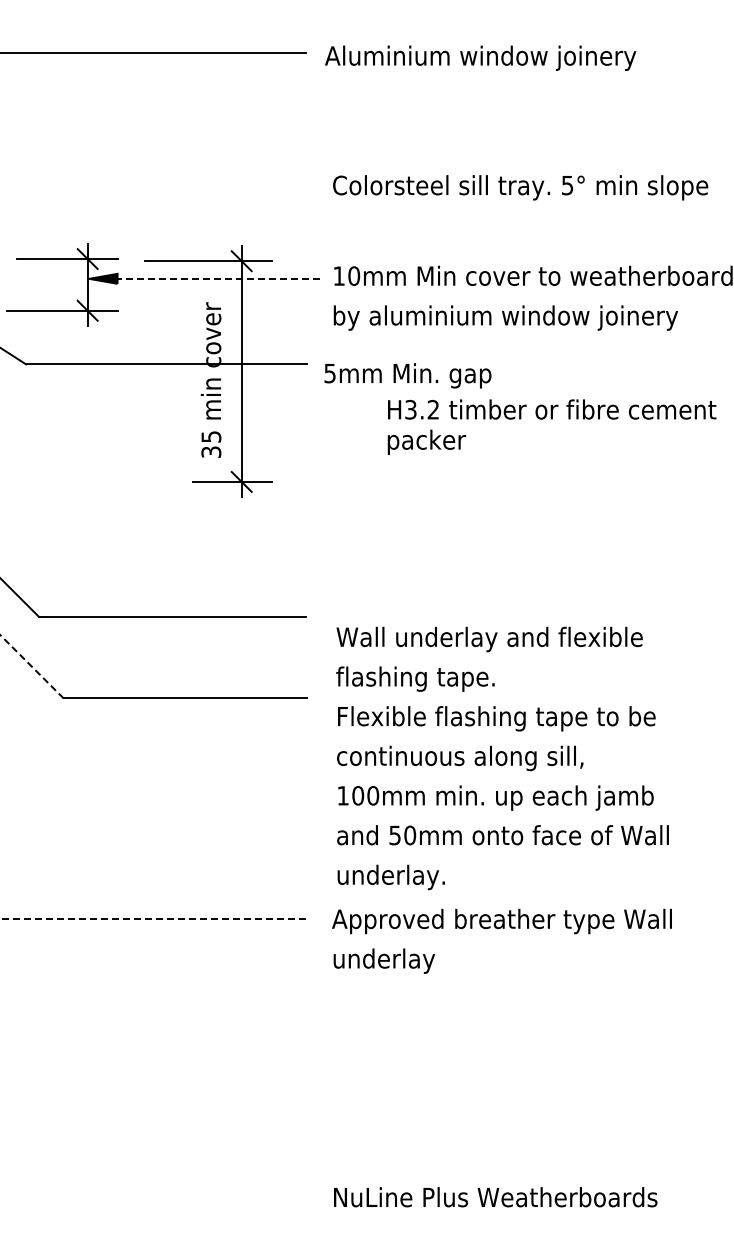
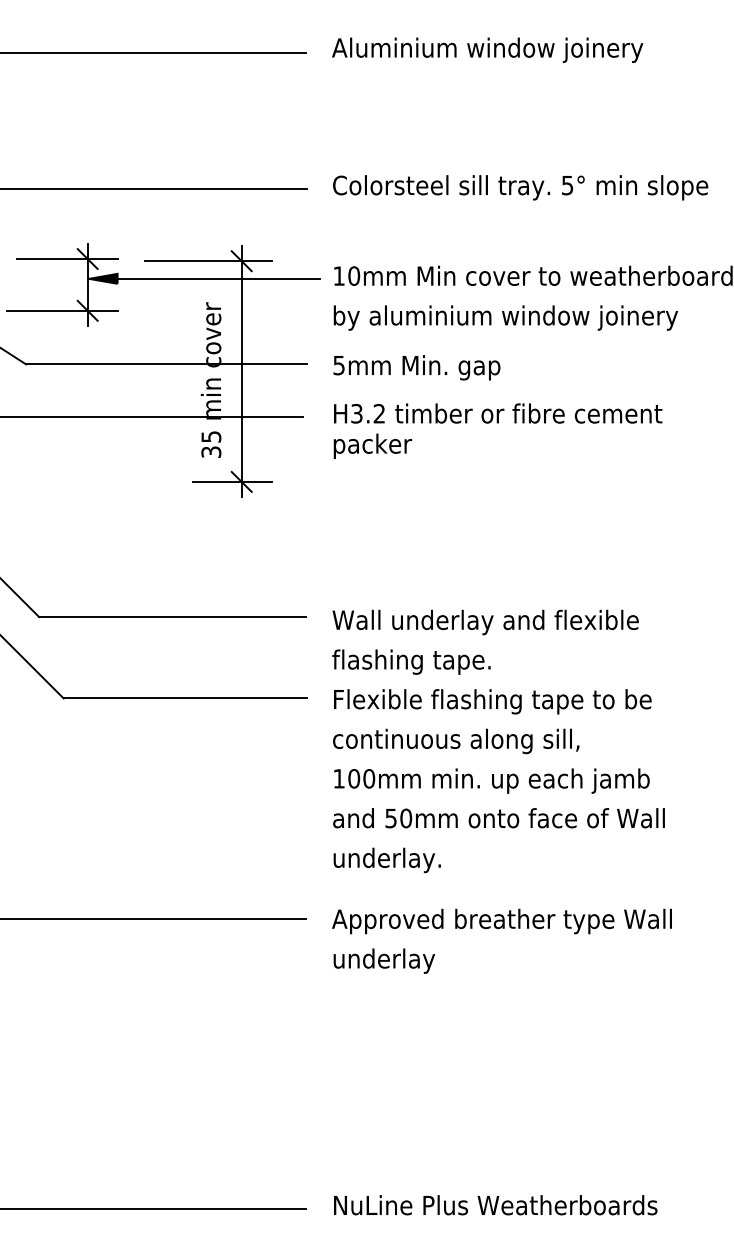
text at (480, 57) position: (480, 57) -> (487, 49)
line at (154, 189): none -> present
line at (204, 278): dashed -> solid
text at (407, 375) position: (407, 375) -> (416, 367)
line at (152, 416): none -> present
text at (551, 426) position: (551, 426) -> (497, 430)
line at (31, 666): dashed -> solid
text at (502, 758) position: (502, 758) -> (498, 741)
line at (152, 918): dashed -> solid
text at (495, 1197) position: (495, 1197) -> (495, 1205)
line at (153, 1208): none -> present
